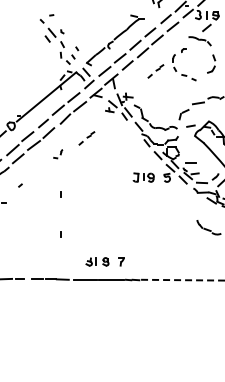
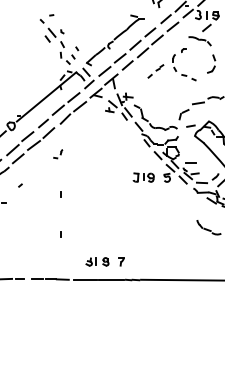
part at (86, 138): present -> none
line at (182, 280): dashed -> solid
